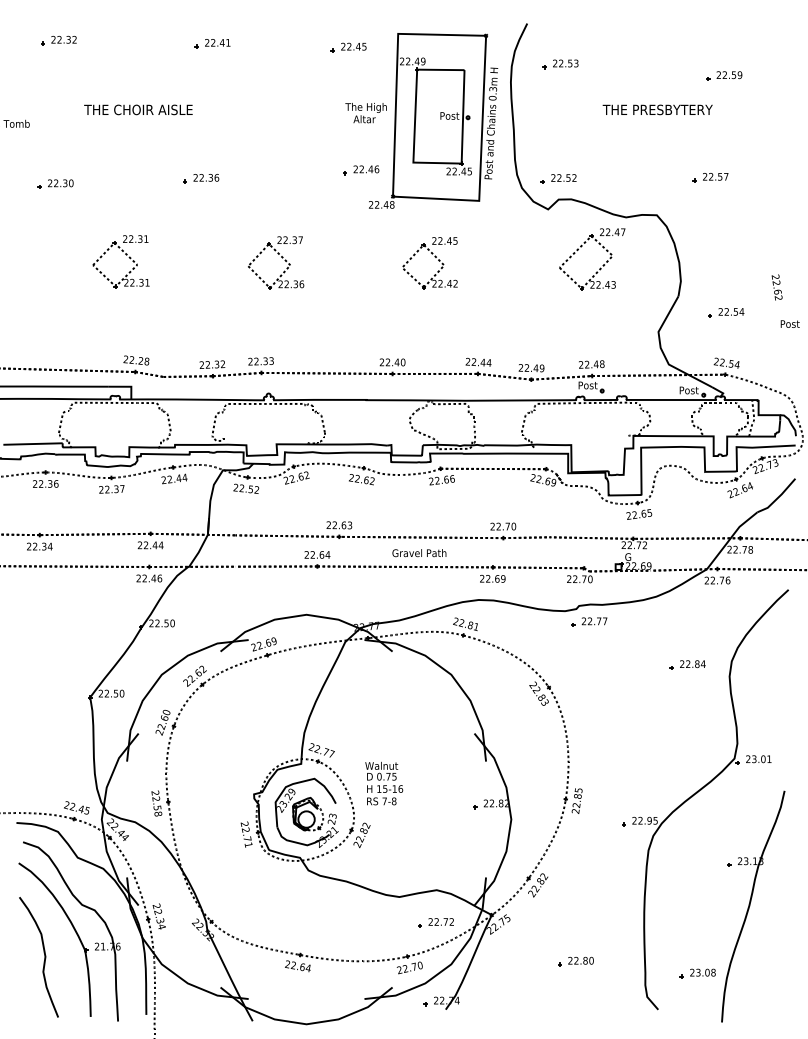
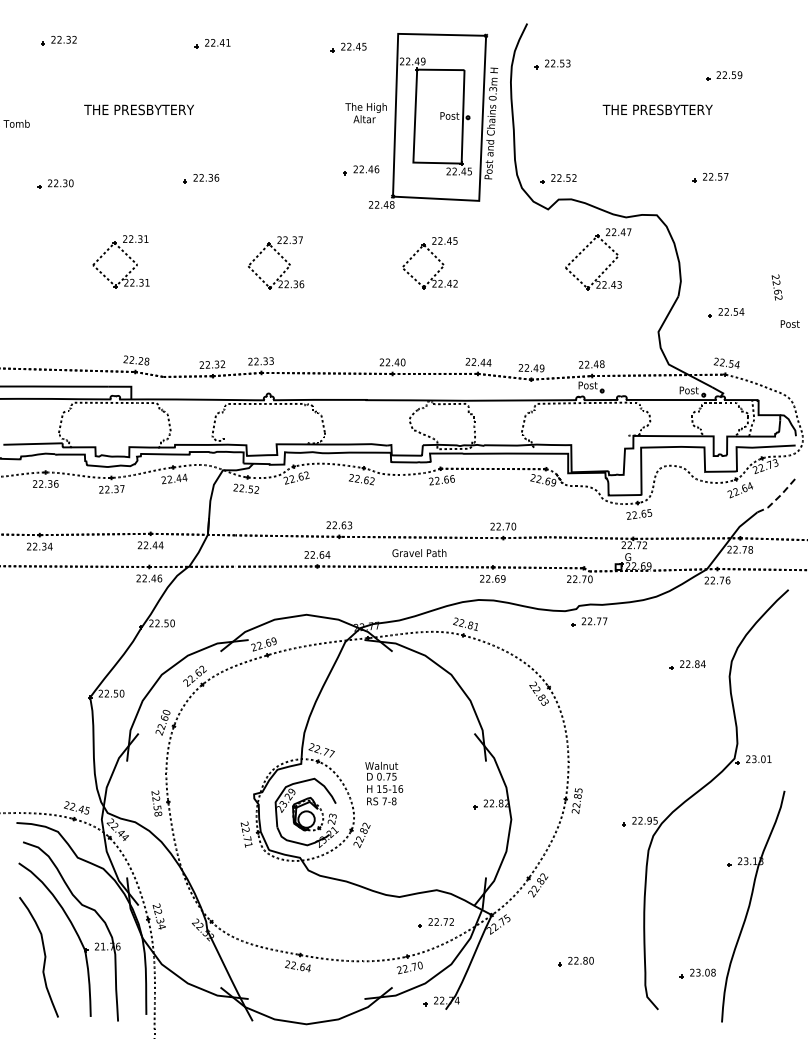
part at (560, 64) position: (560, 64) -> (552, 64)
text at (153, 109): THE CHOIR AISLE -> THE PRESBYTERY
part at (600, 267) position: (600, 267) -> (606, 267)
line at (778, 497): solid -> dashed
